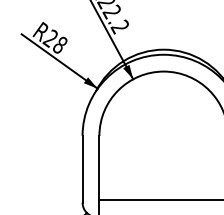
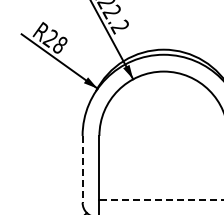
line at (82, 169): solid -> dashed
line at (161, 200): solid -> dashed
